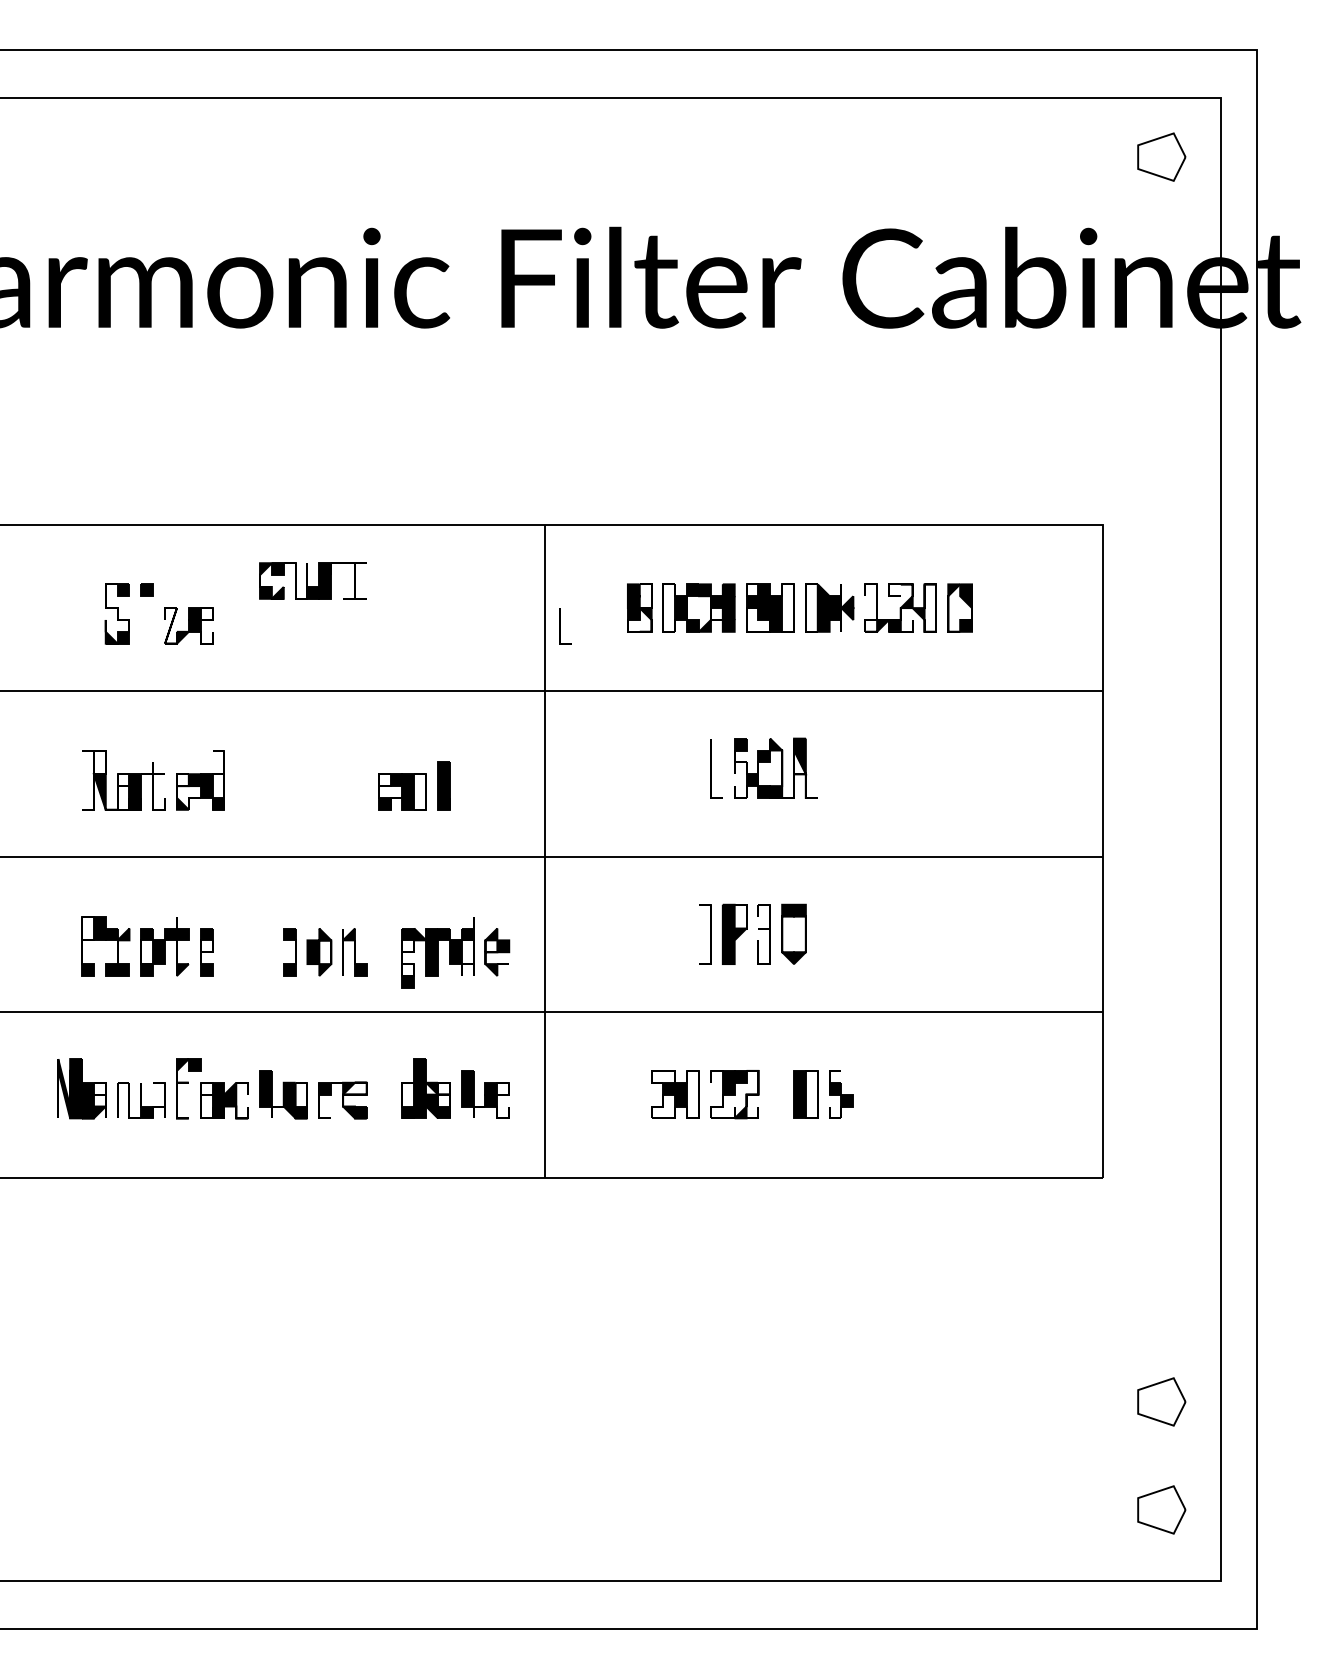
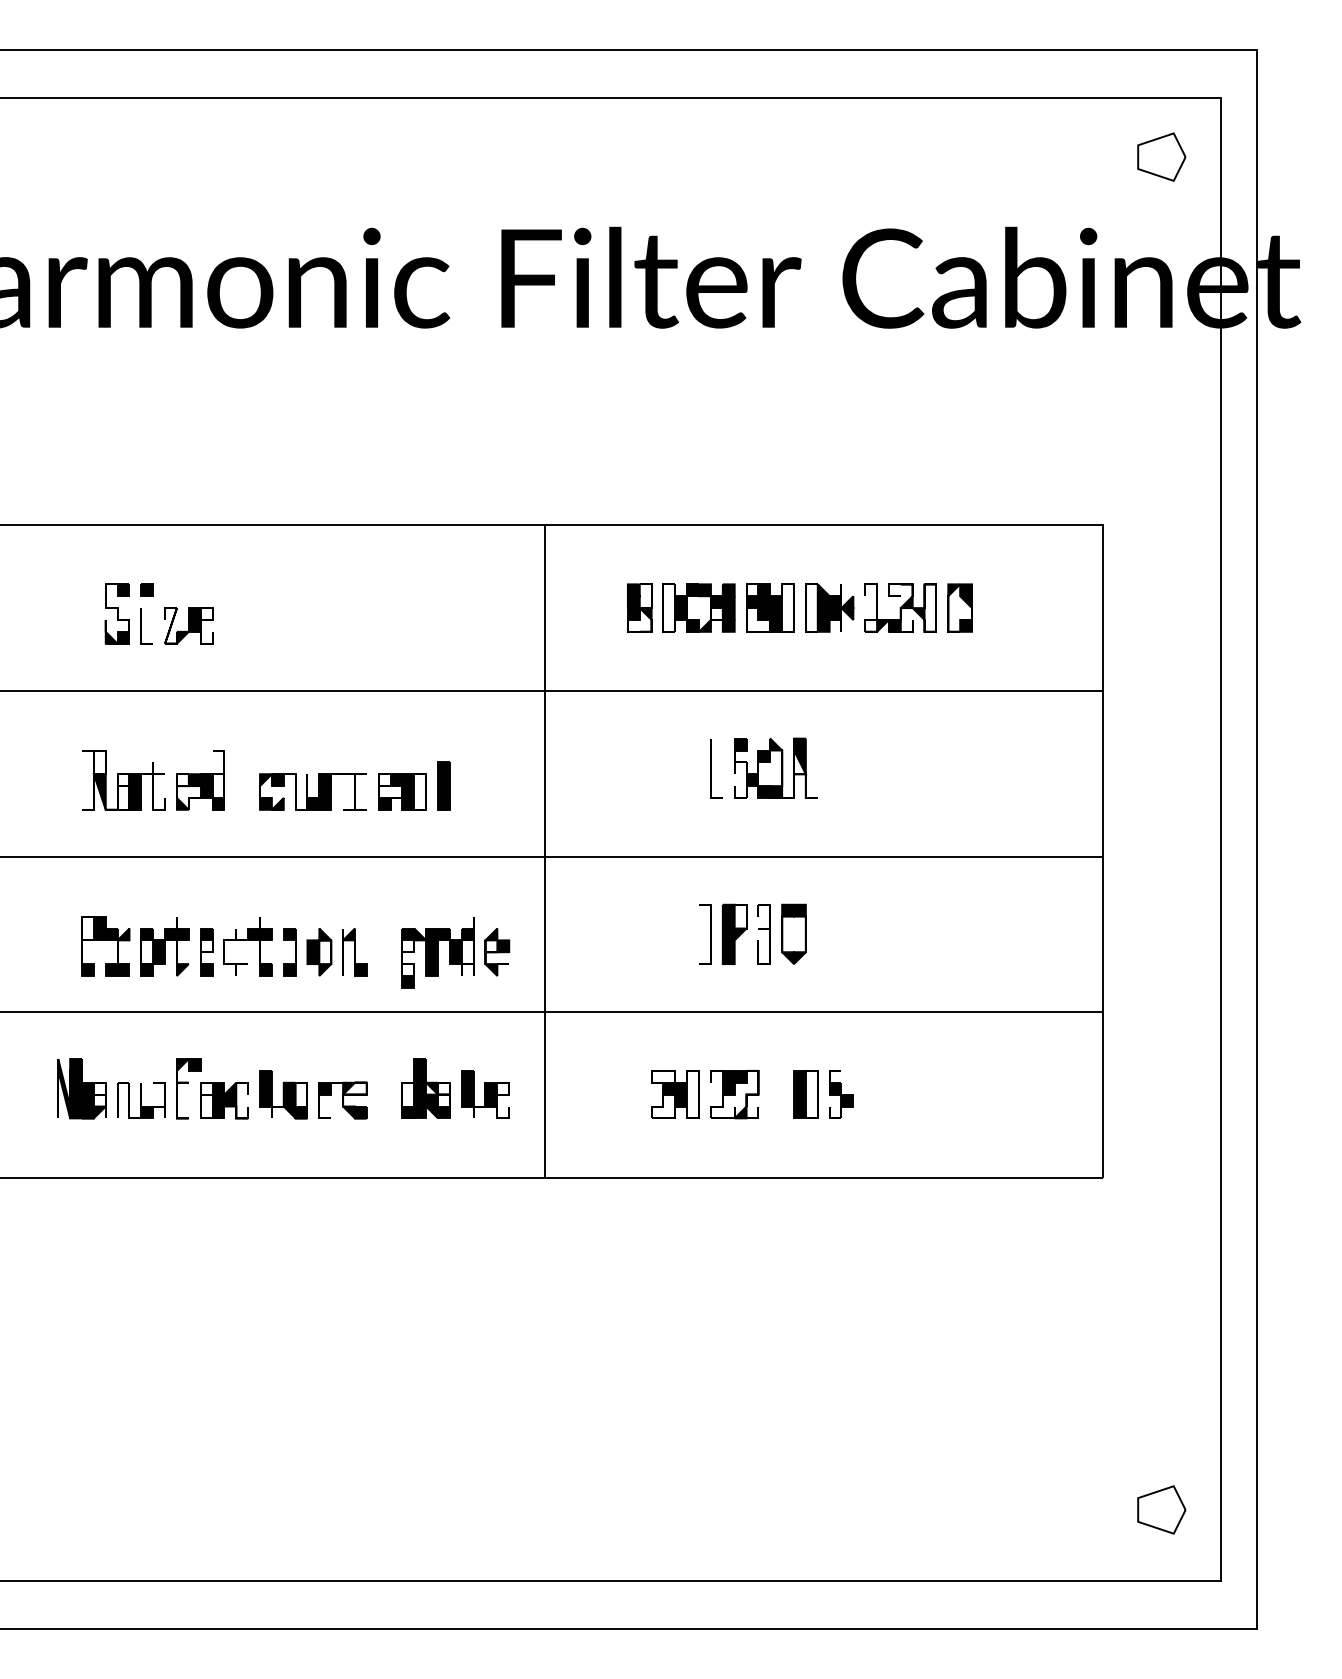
part at (312, 580) position: (312, 580) -> (312, 791)
part at (565, 626) position: (565, 626) -> (146, 626)
part at (247, 946): none -> present
part at (1161, 1401): present -> none
